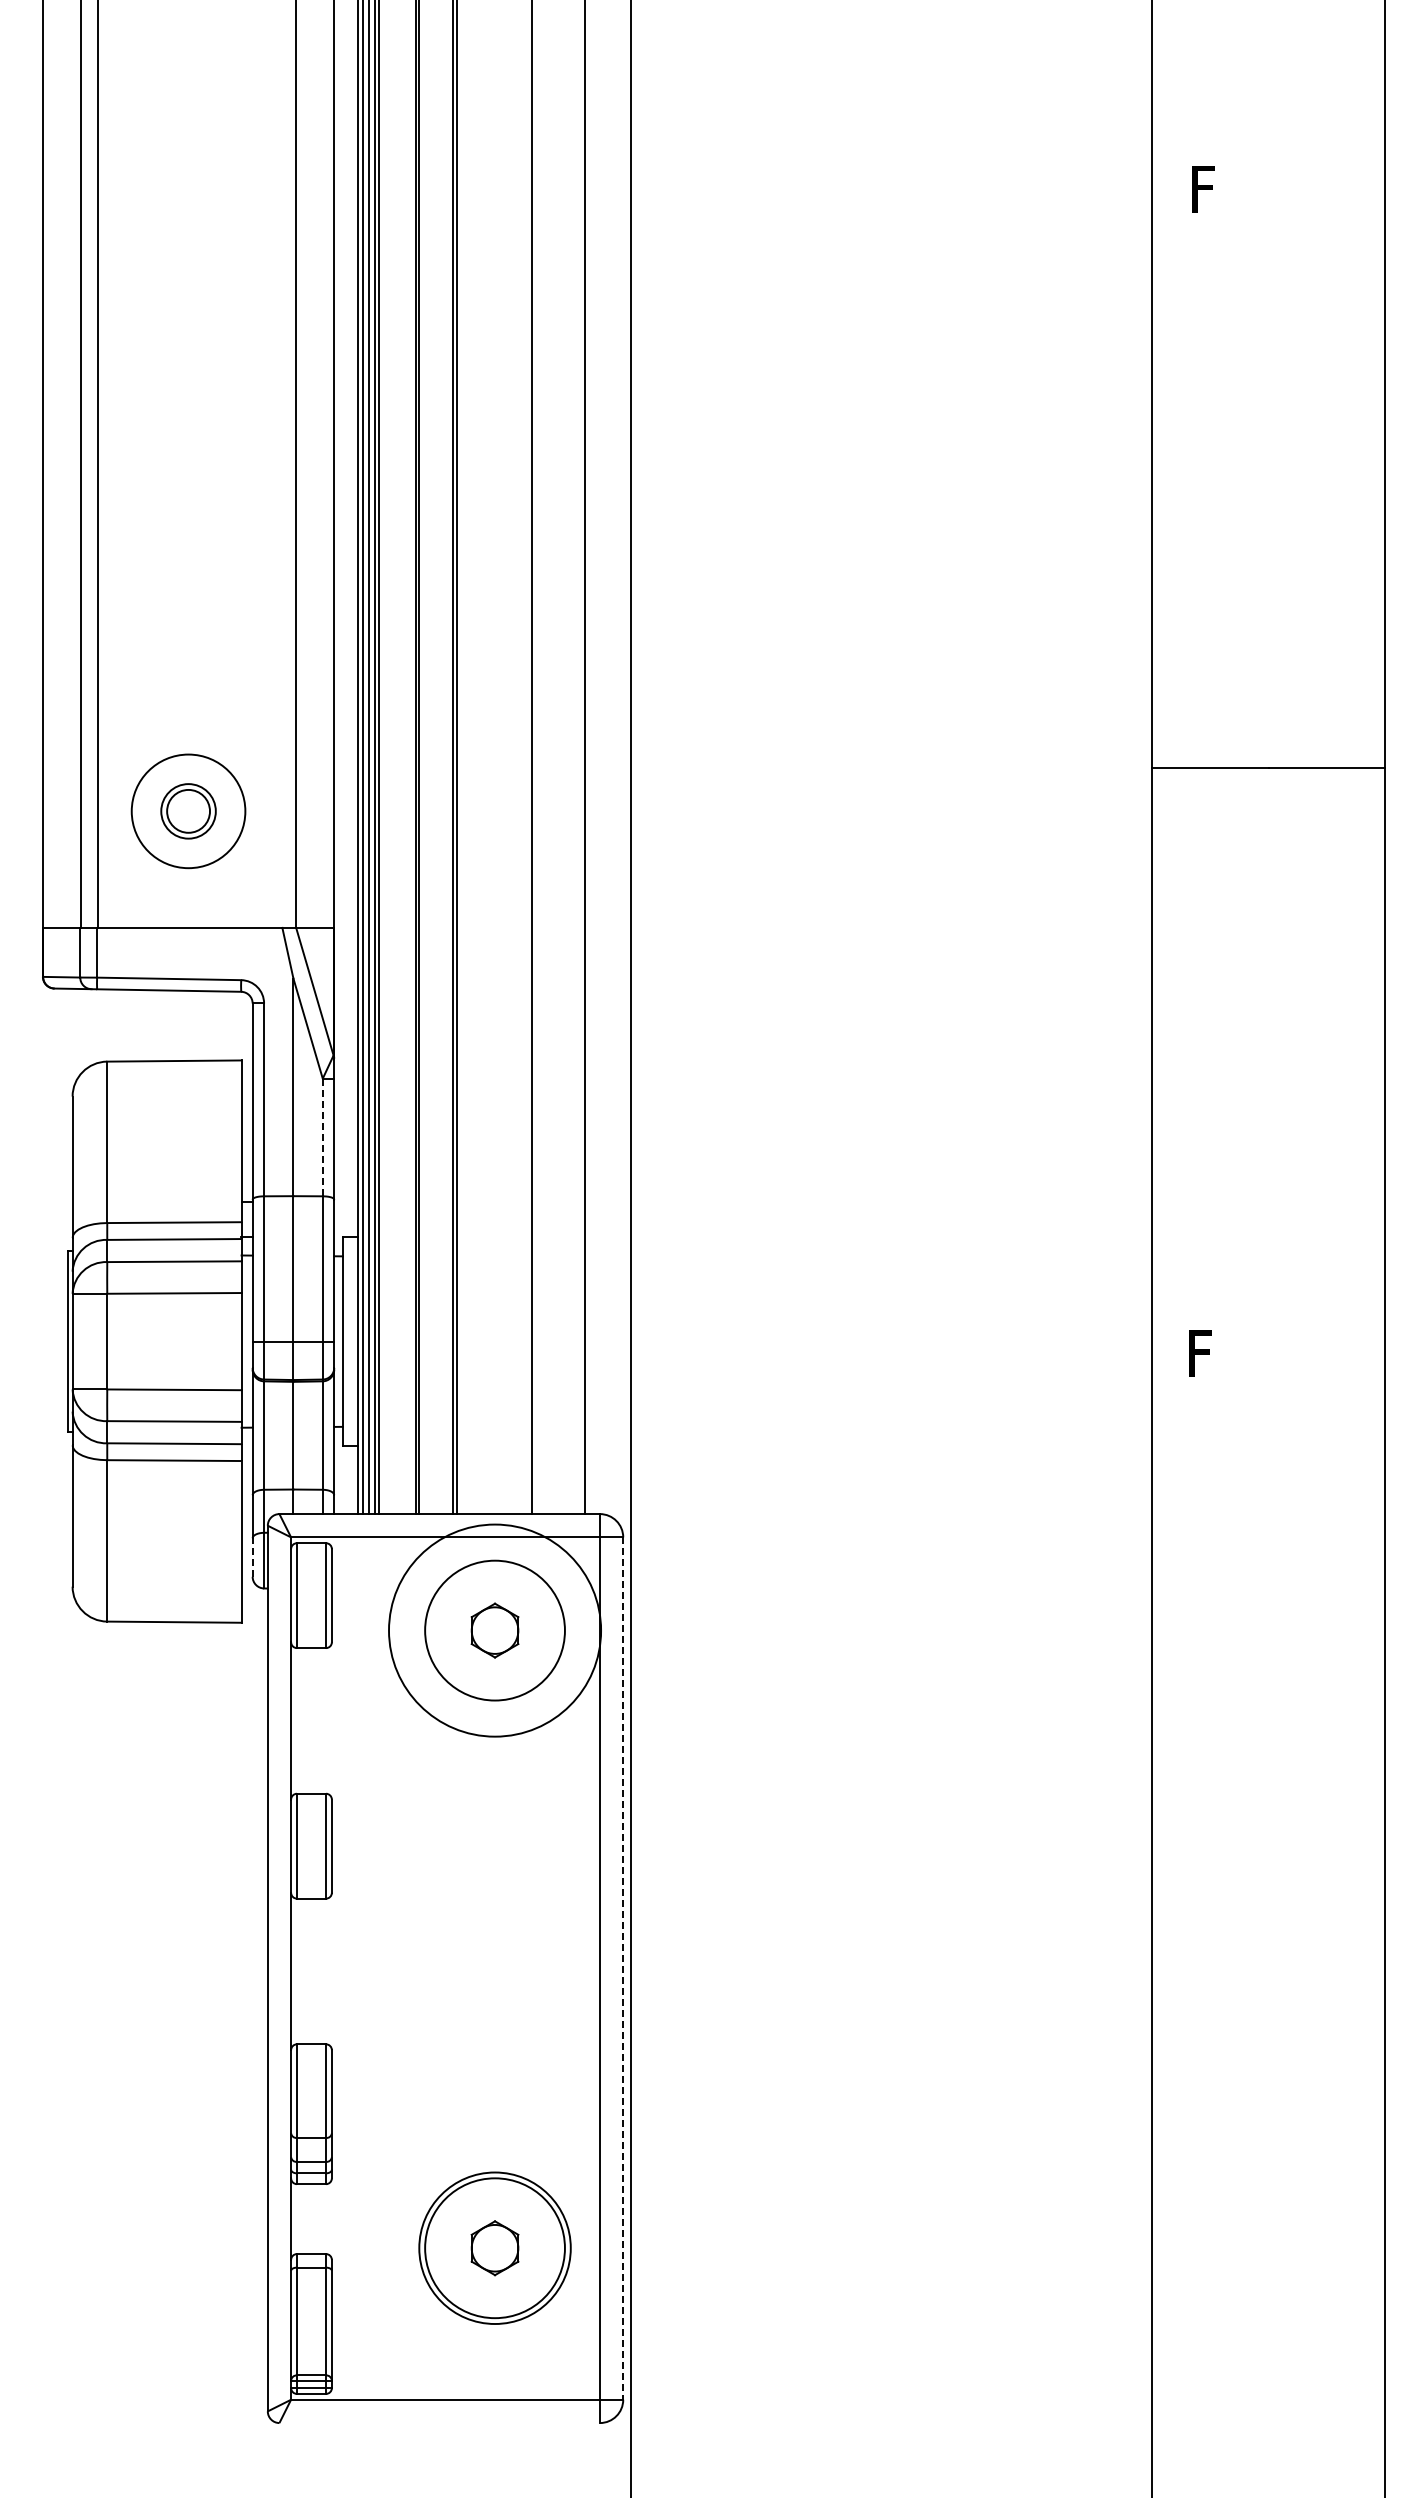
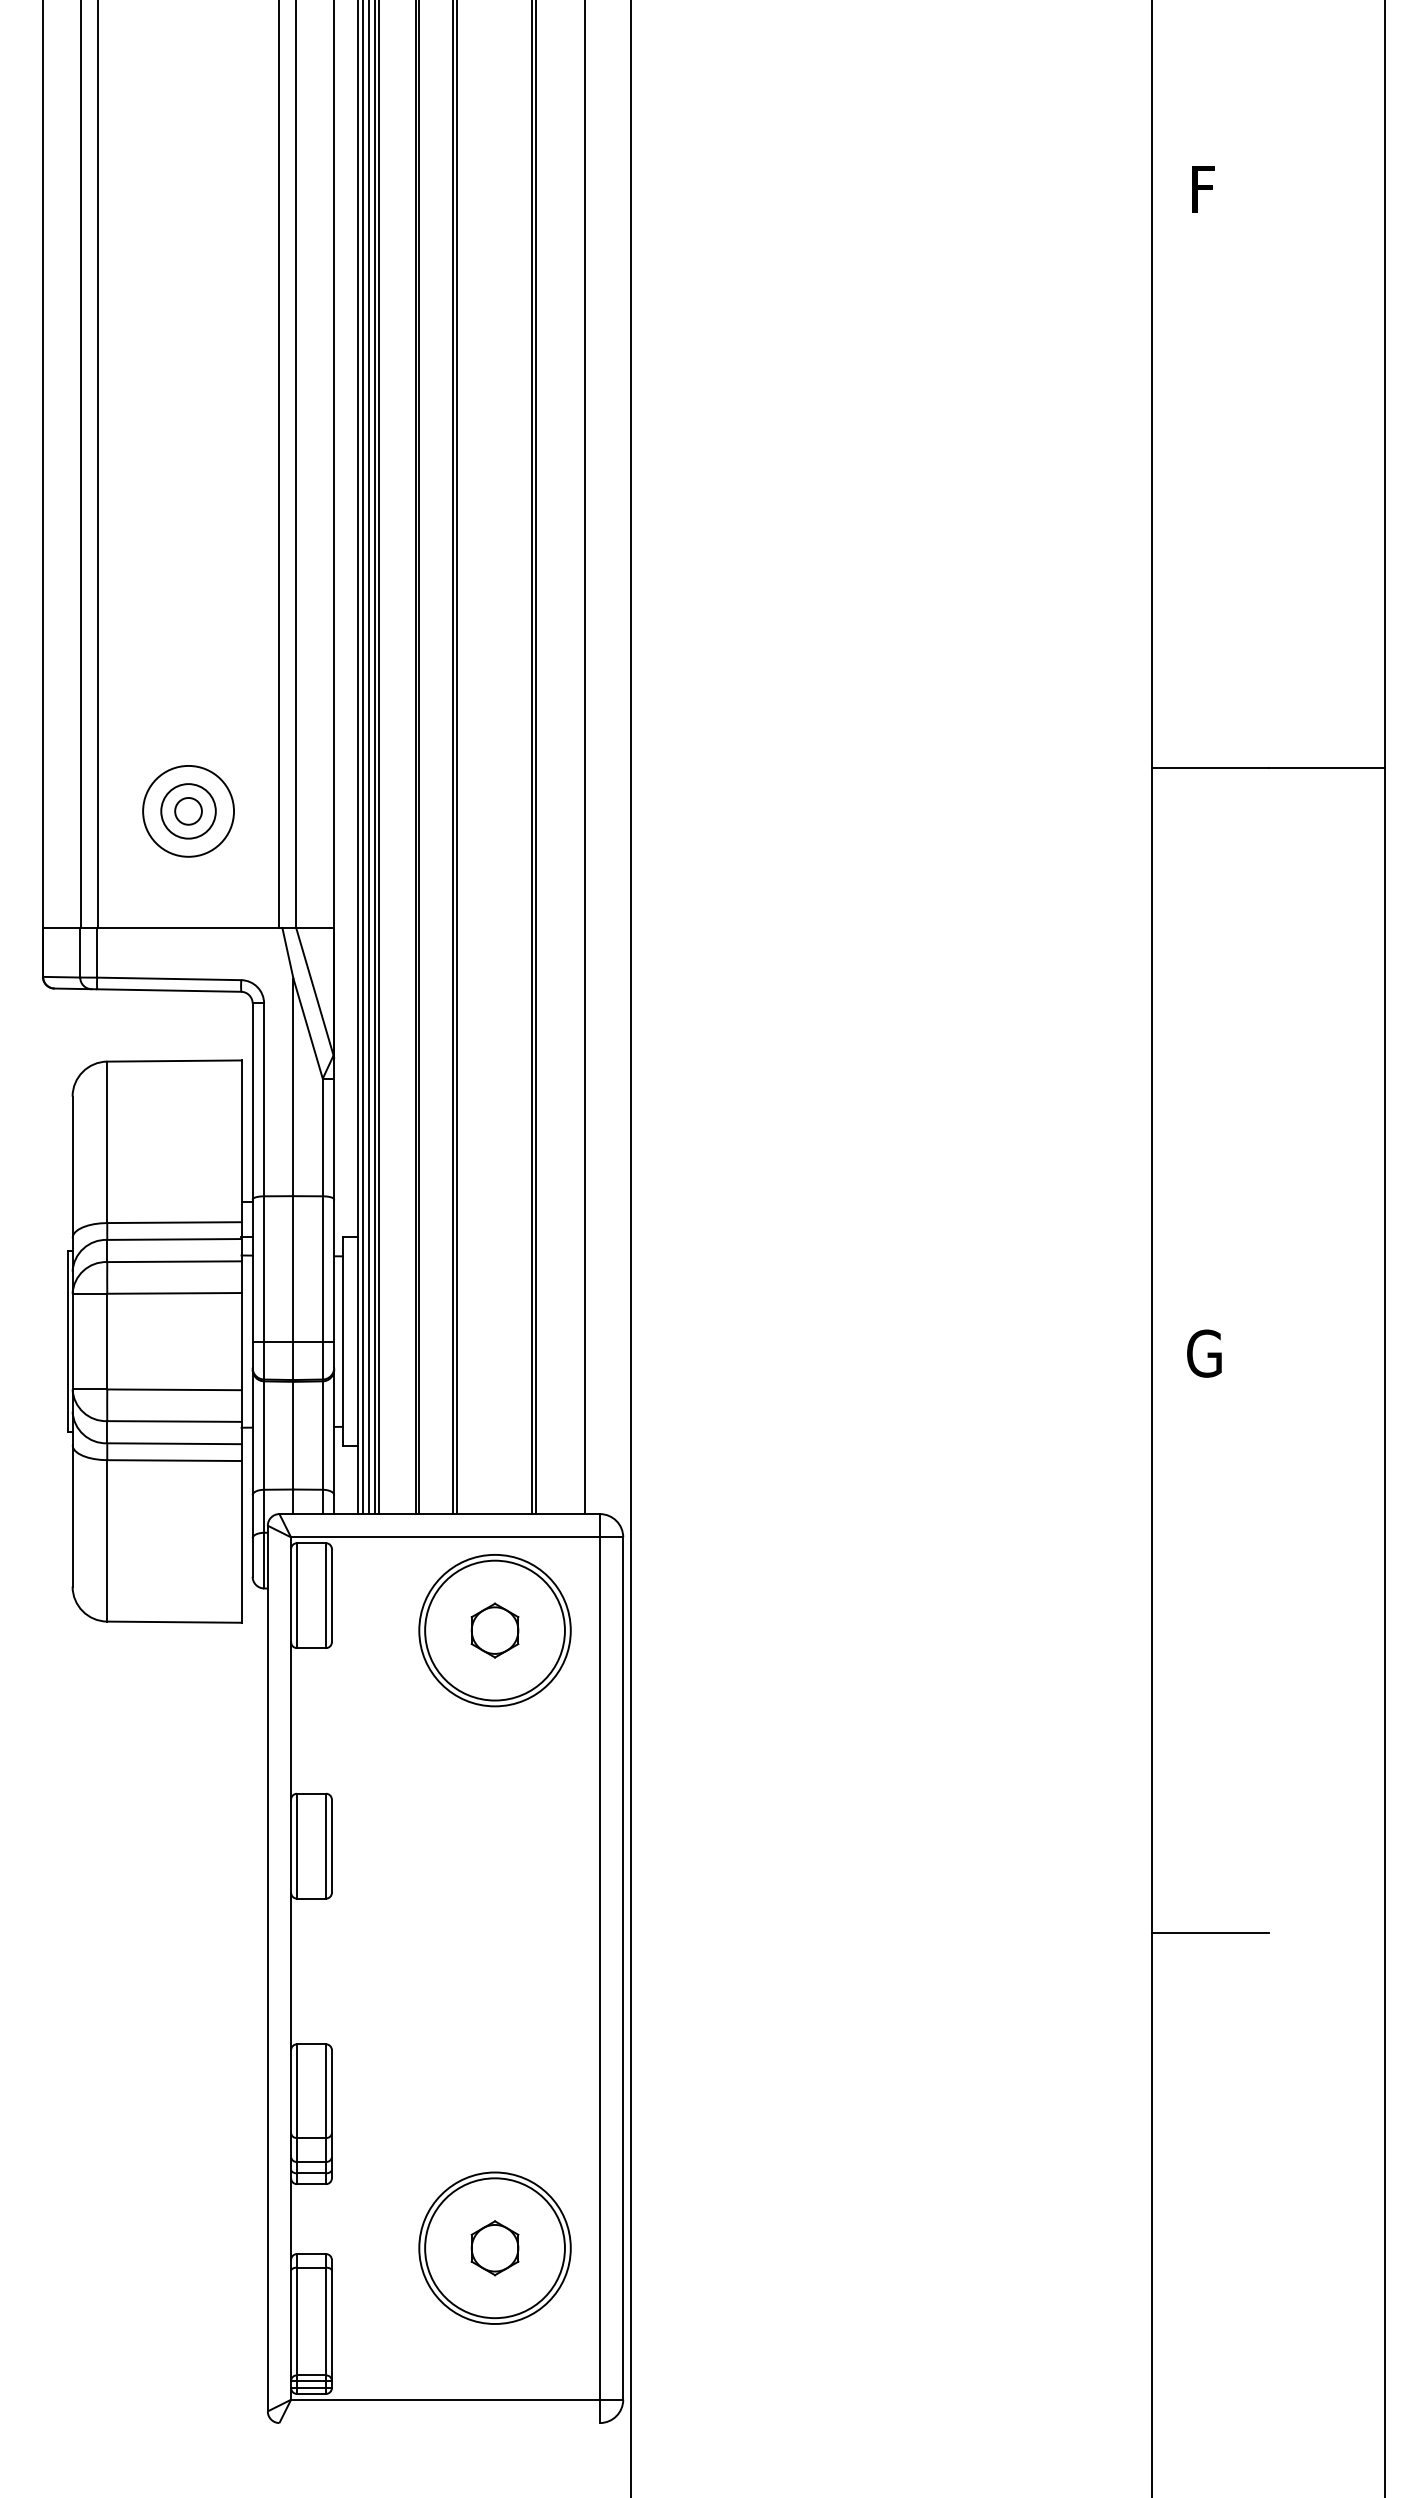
line at (279, 464): none -> present
line at (535, 758): none -> present
circle at (188, 810) diameter: 43 px -> 27 px
circle at (188, 811) diameter: 114 px -> 91 px
line at (322, 1137): dashed -> solid
text at (1204, 1353): F -> G
line at (252, 1557): dashed -> solid
circle at (495, 1630) diameter: 212 px -> 151 px
line at (1210, 1933): none -> present
line at (623, 1969): dashed -> solid
